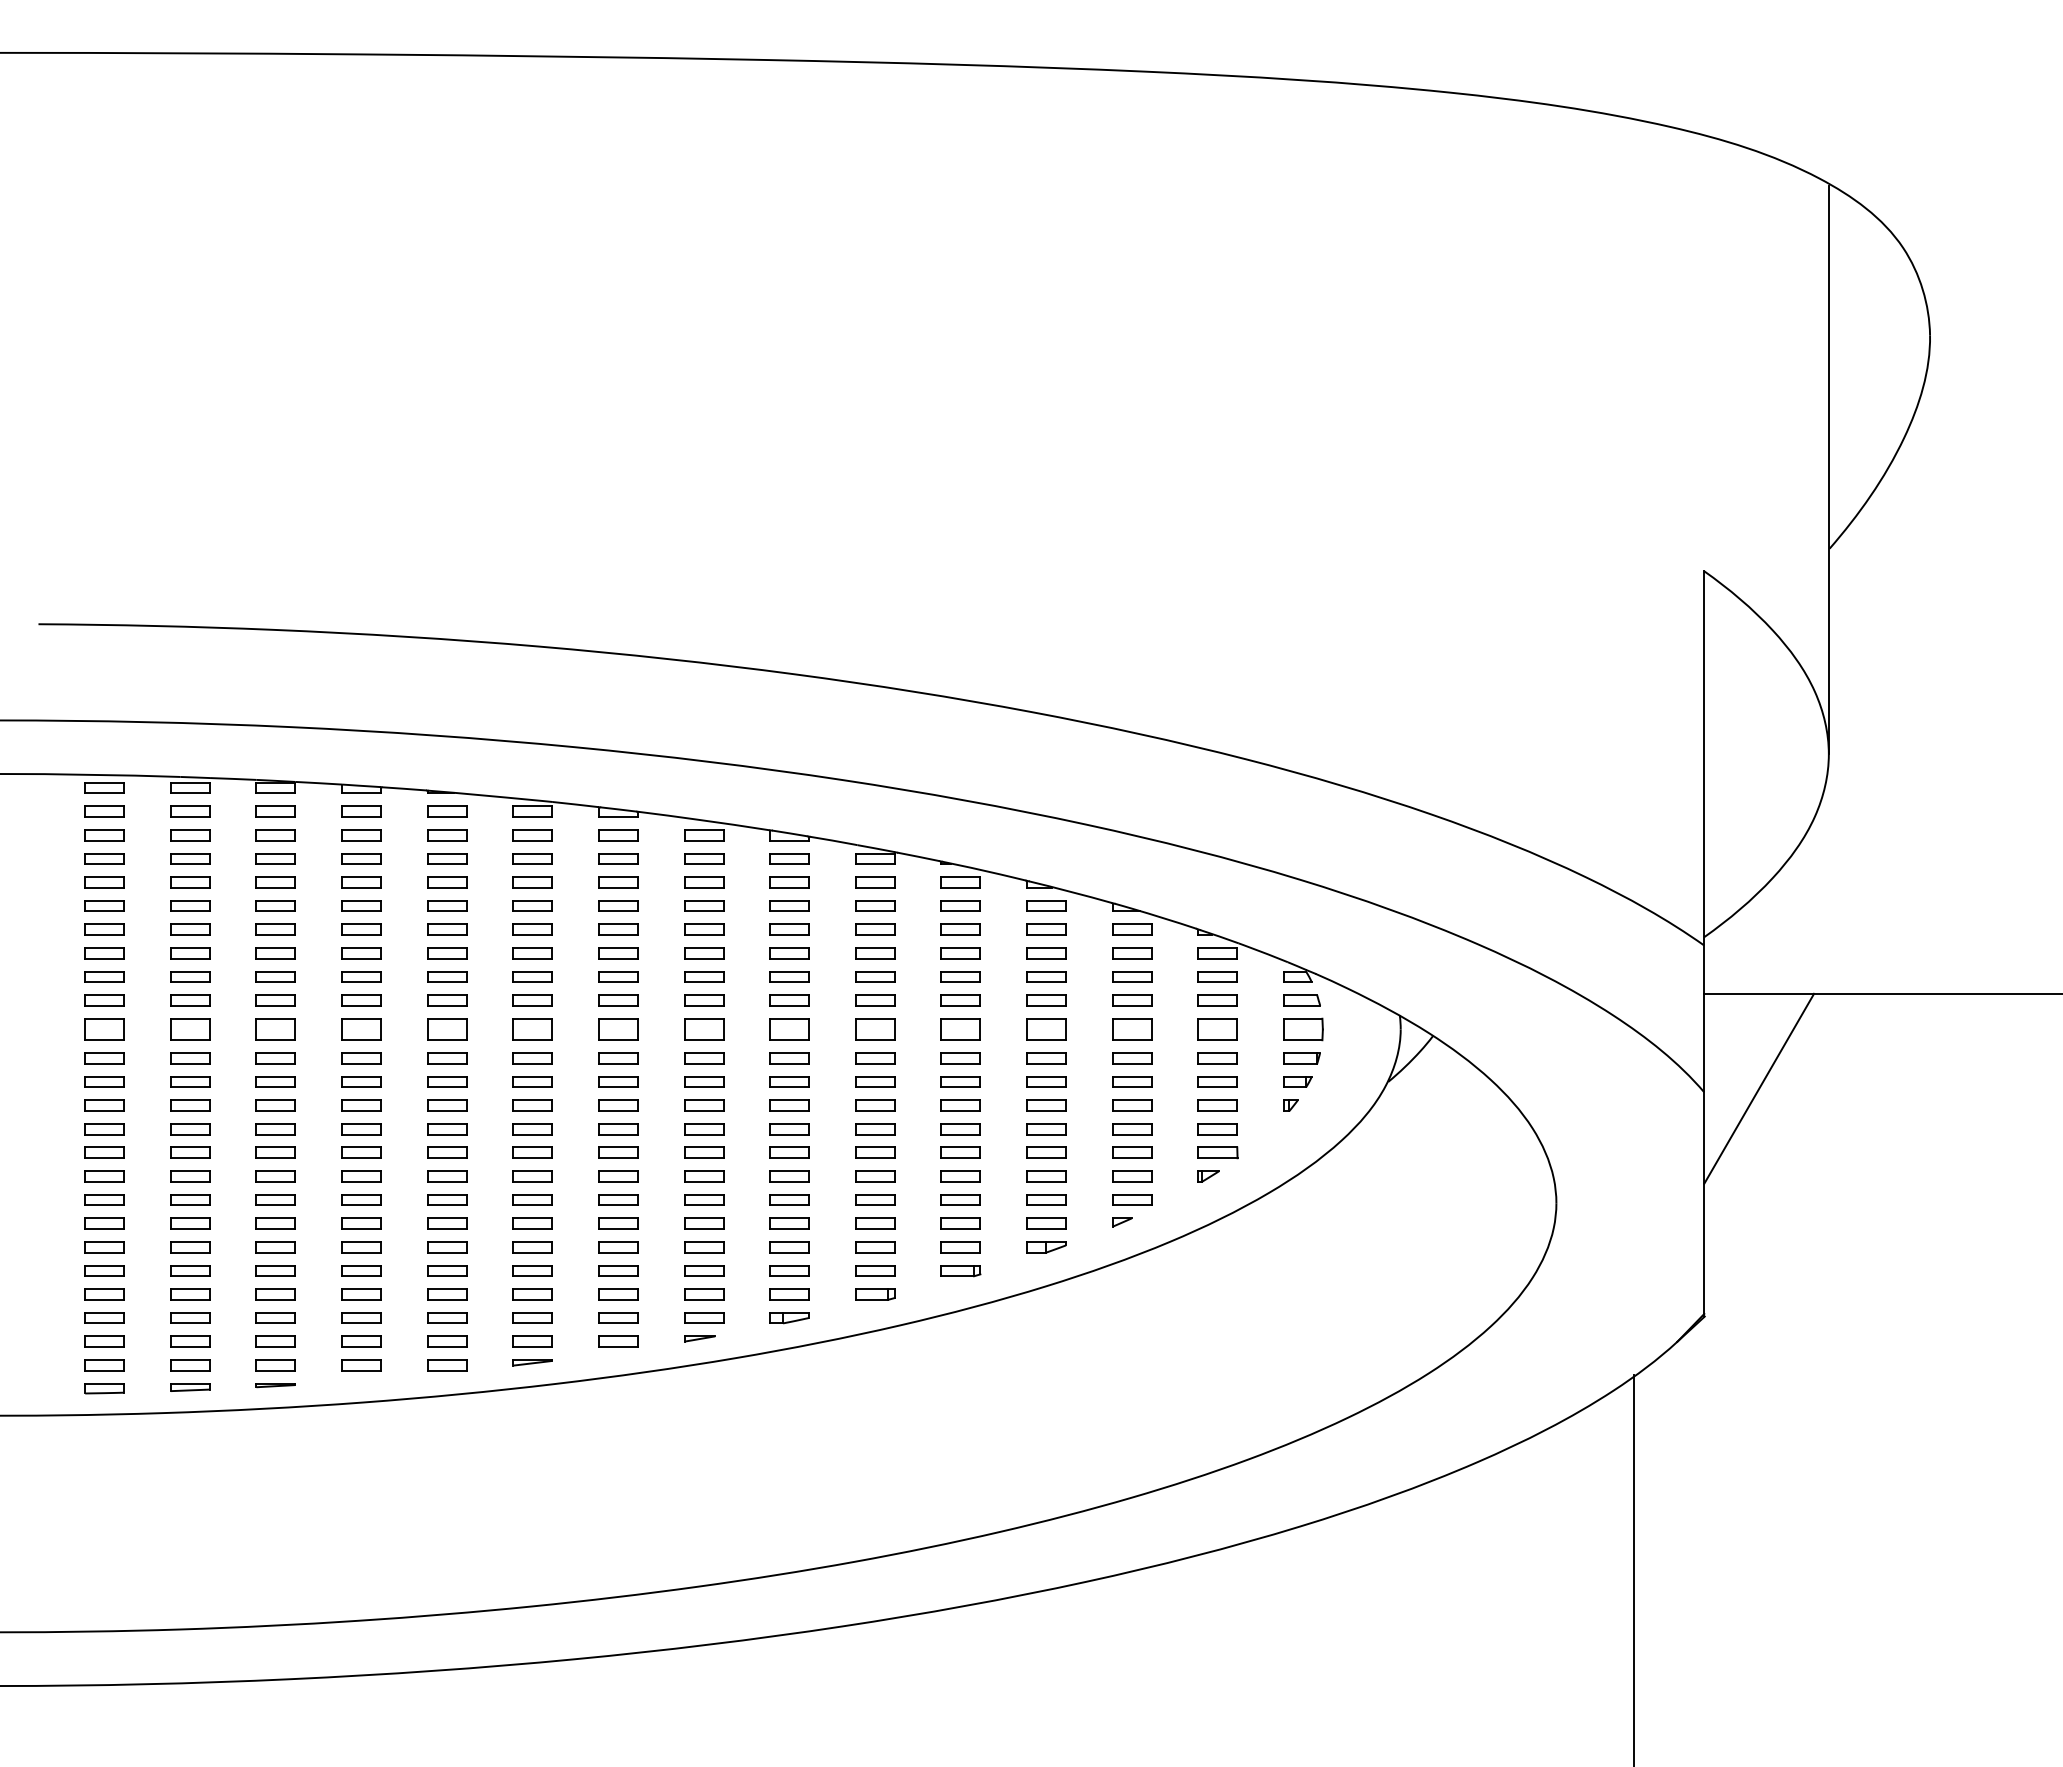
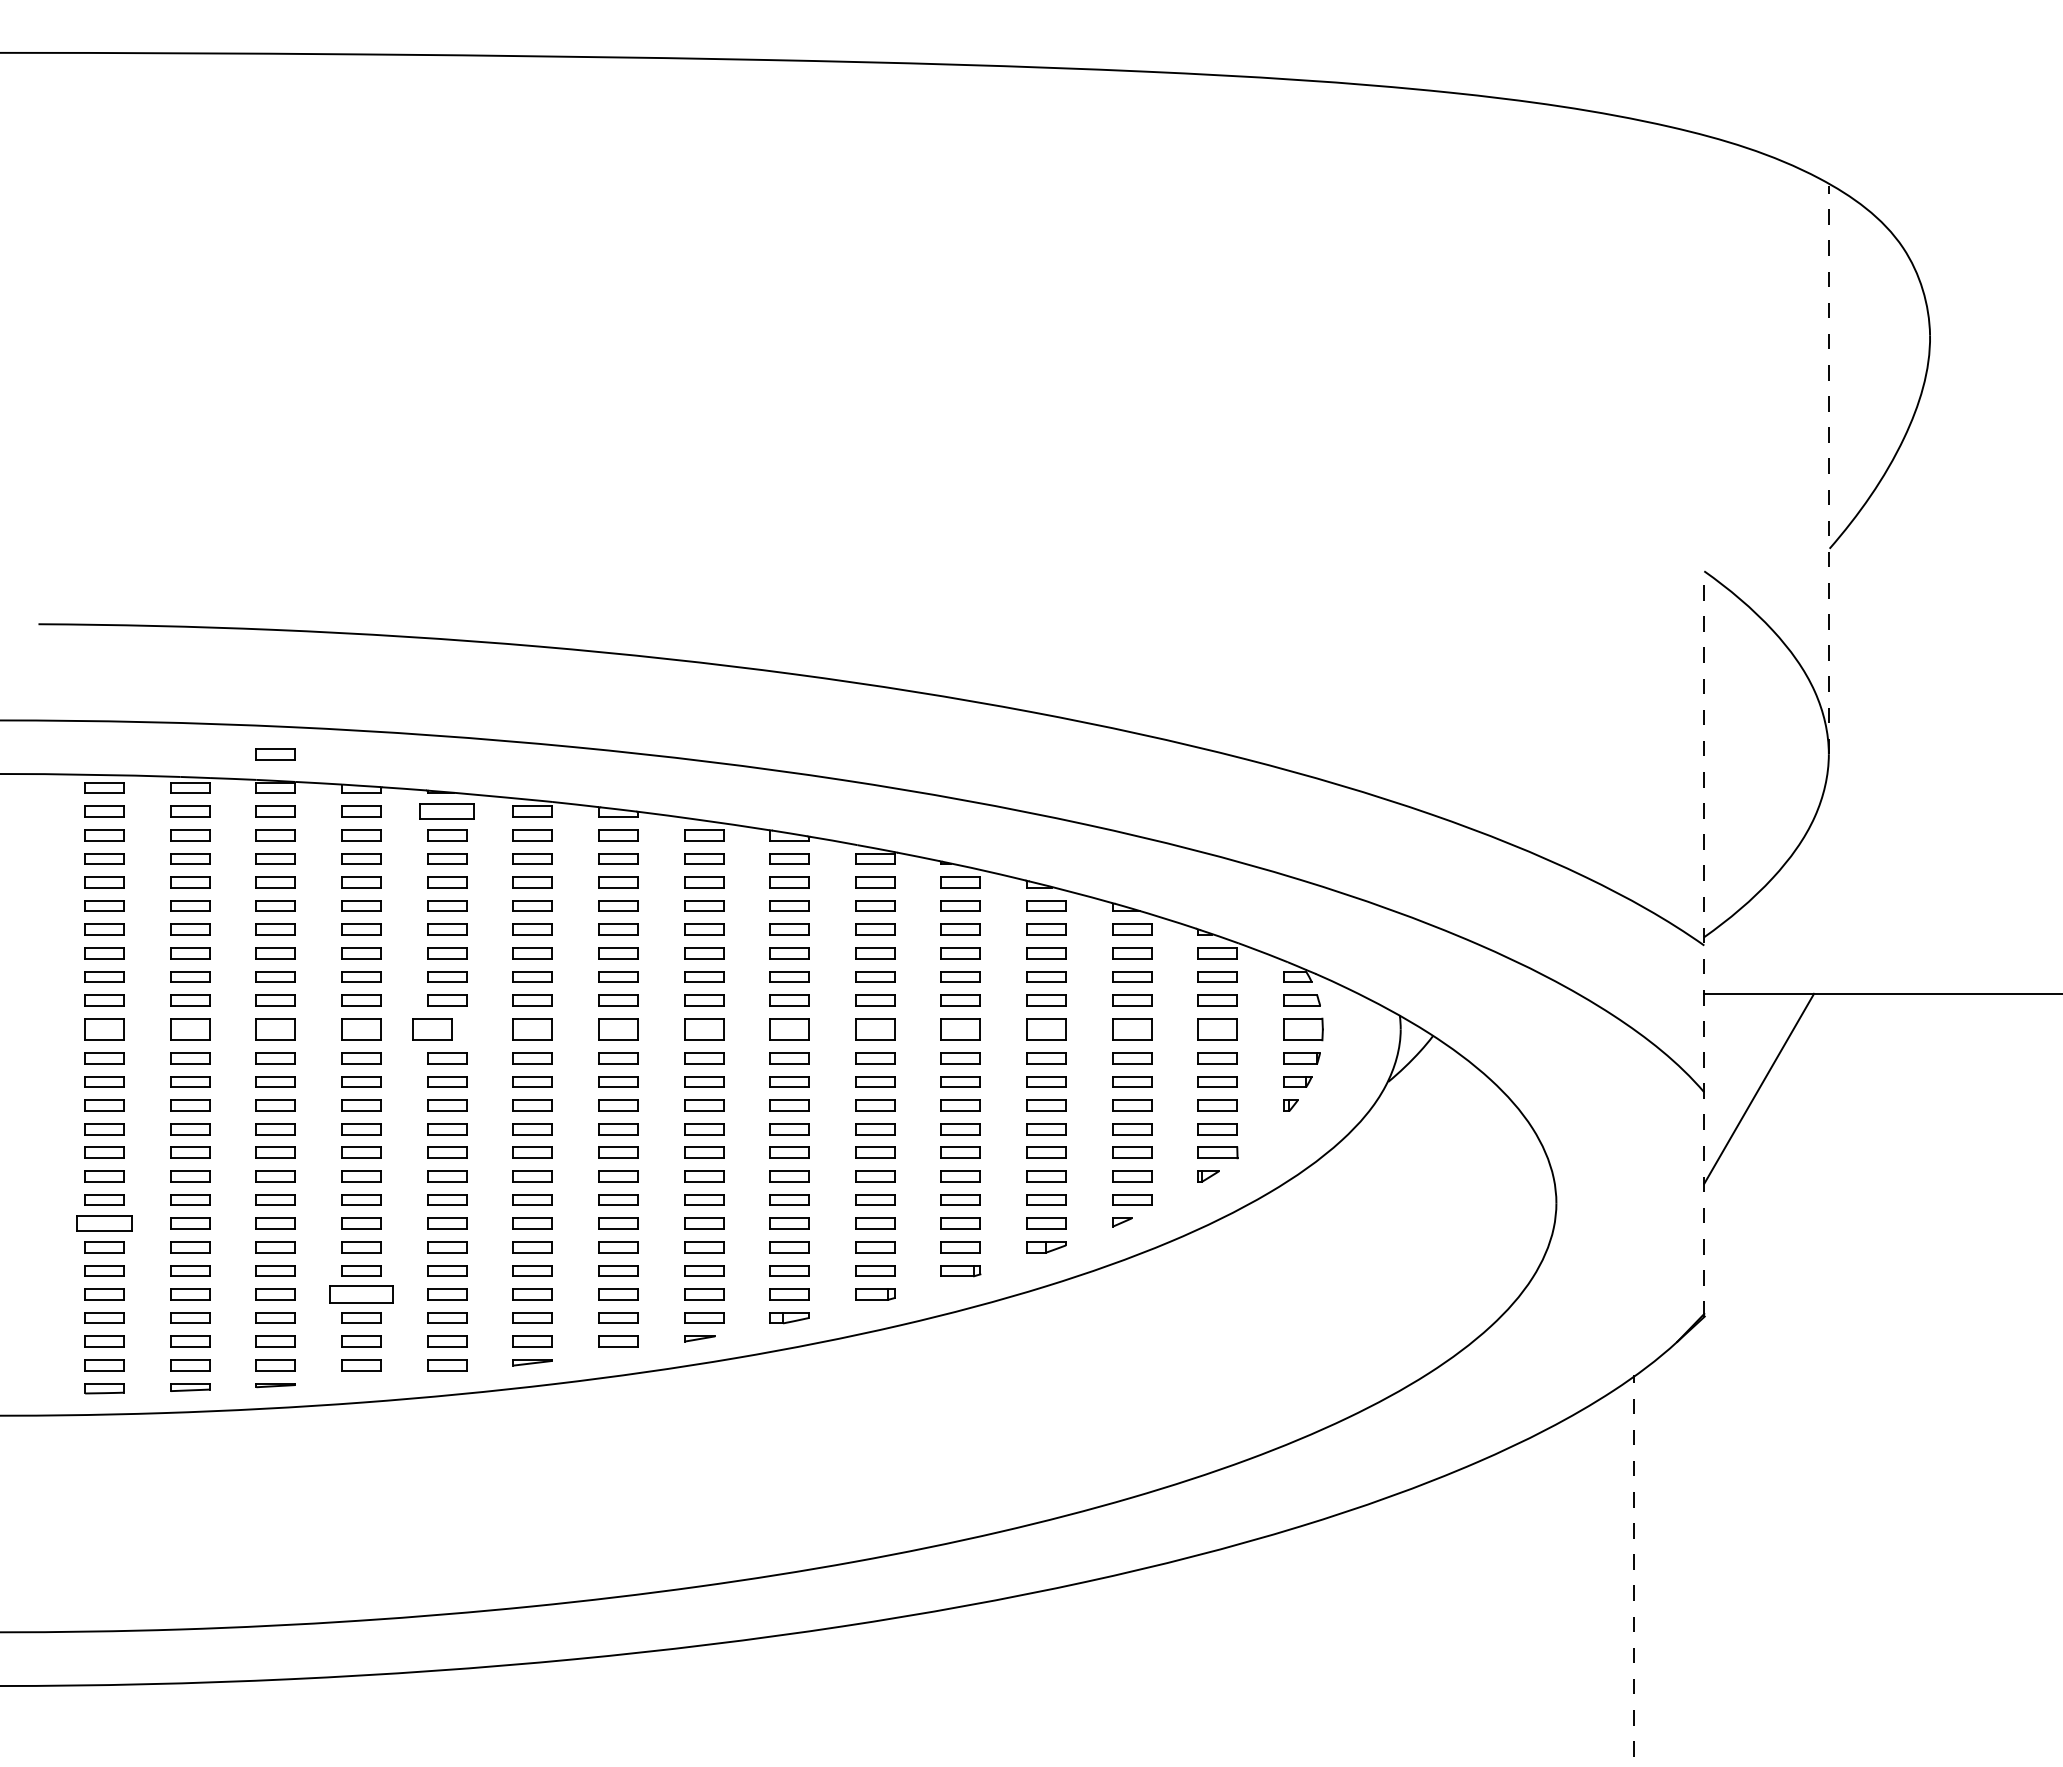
line at (1828, 470): solid -> dashed
part at (275, 754): none -> present
part at (447, 811) size: 41x13 px -> 56x17 px
line at (1704, 944): solid -> dashed
part at (447, 1029) position: (447, 1029) -> (432, 1029)
part at (104, 1223) size: 41x13 px -> 57x17 px
part at (361, 1294) size: 41x13 px -> 65x19 px
line at (1634, 1570): solid -> dashed
